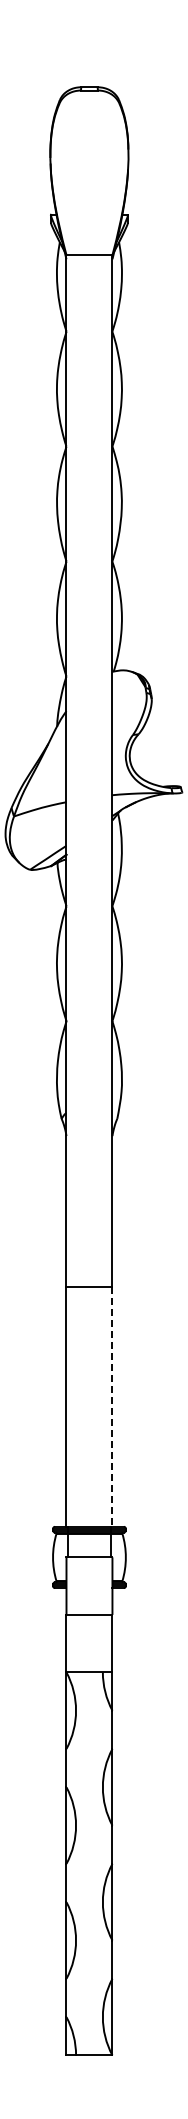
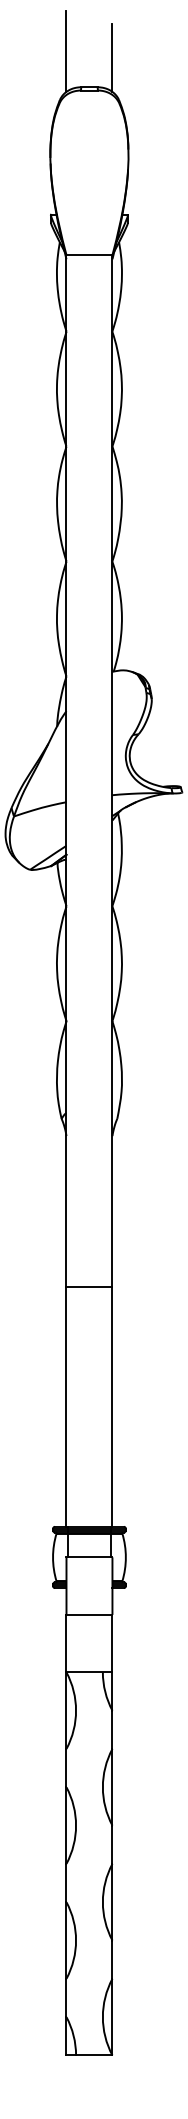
line at (66, 50): none -> present
line at (112, 57): none -> present
line at (112, 1406): dashed -> solid
